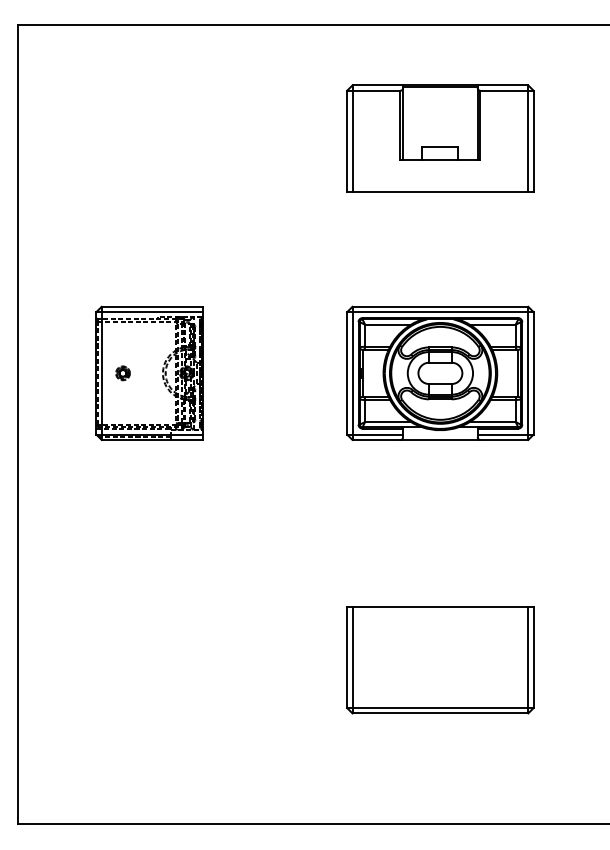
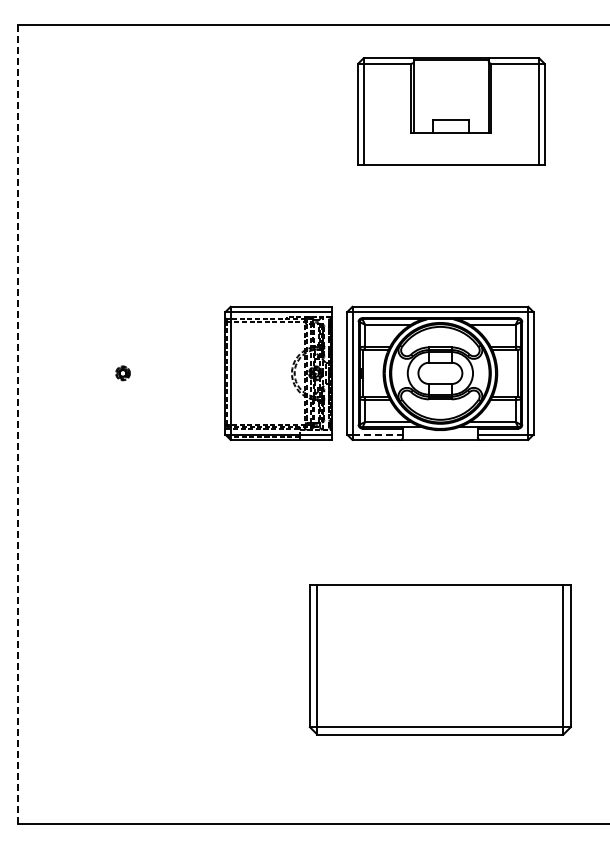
part at (440, 138) position: (440, 138) -> (451, 111)
part at (149, 372) position: (149, 372) -> (278, 372)
line at (18, 425): solid -> dashed
line at (378, 434): solid -> dashed
part at (440, 660) size: 189x109 px -> 264x152 px
